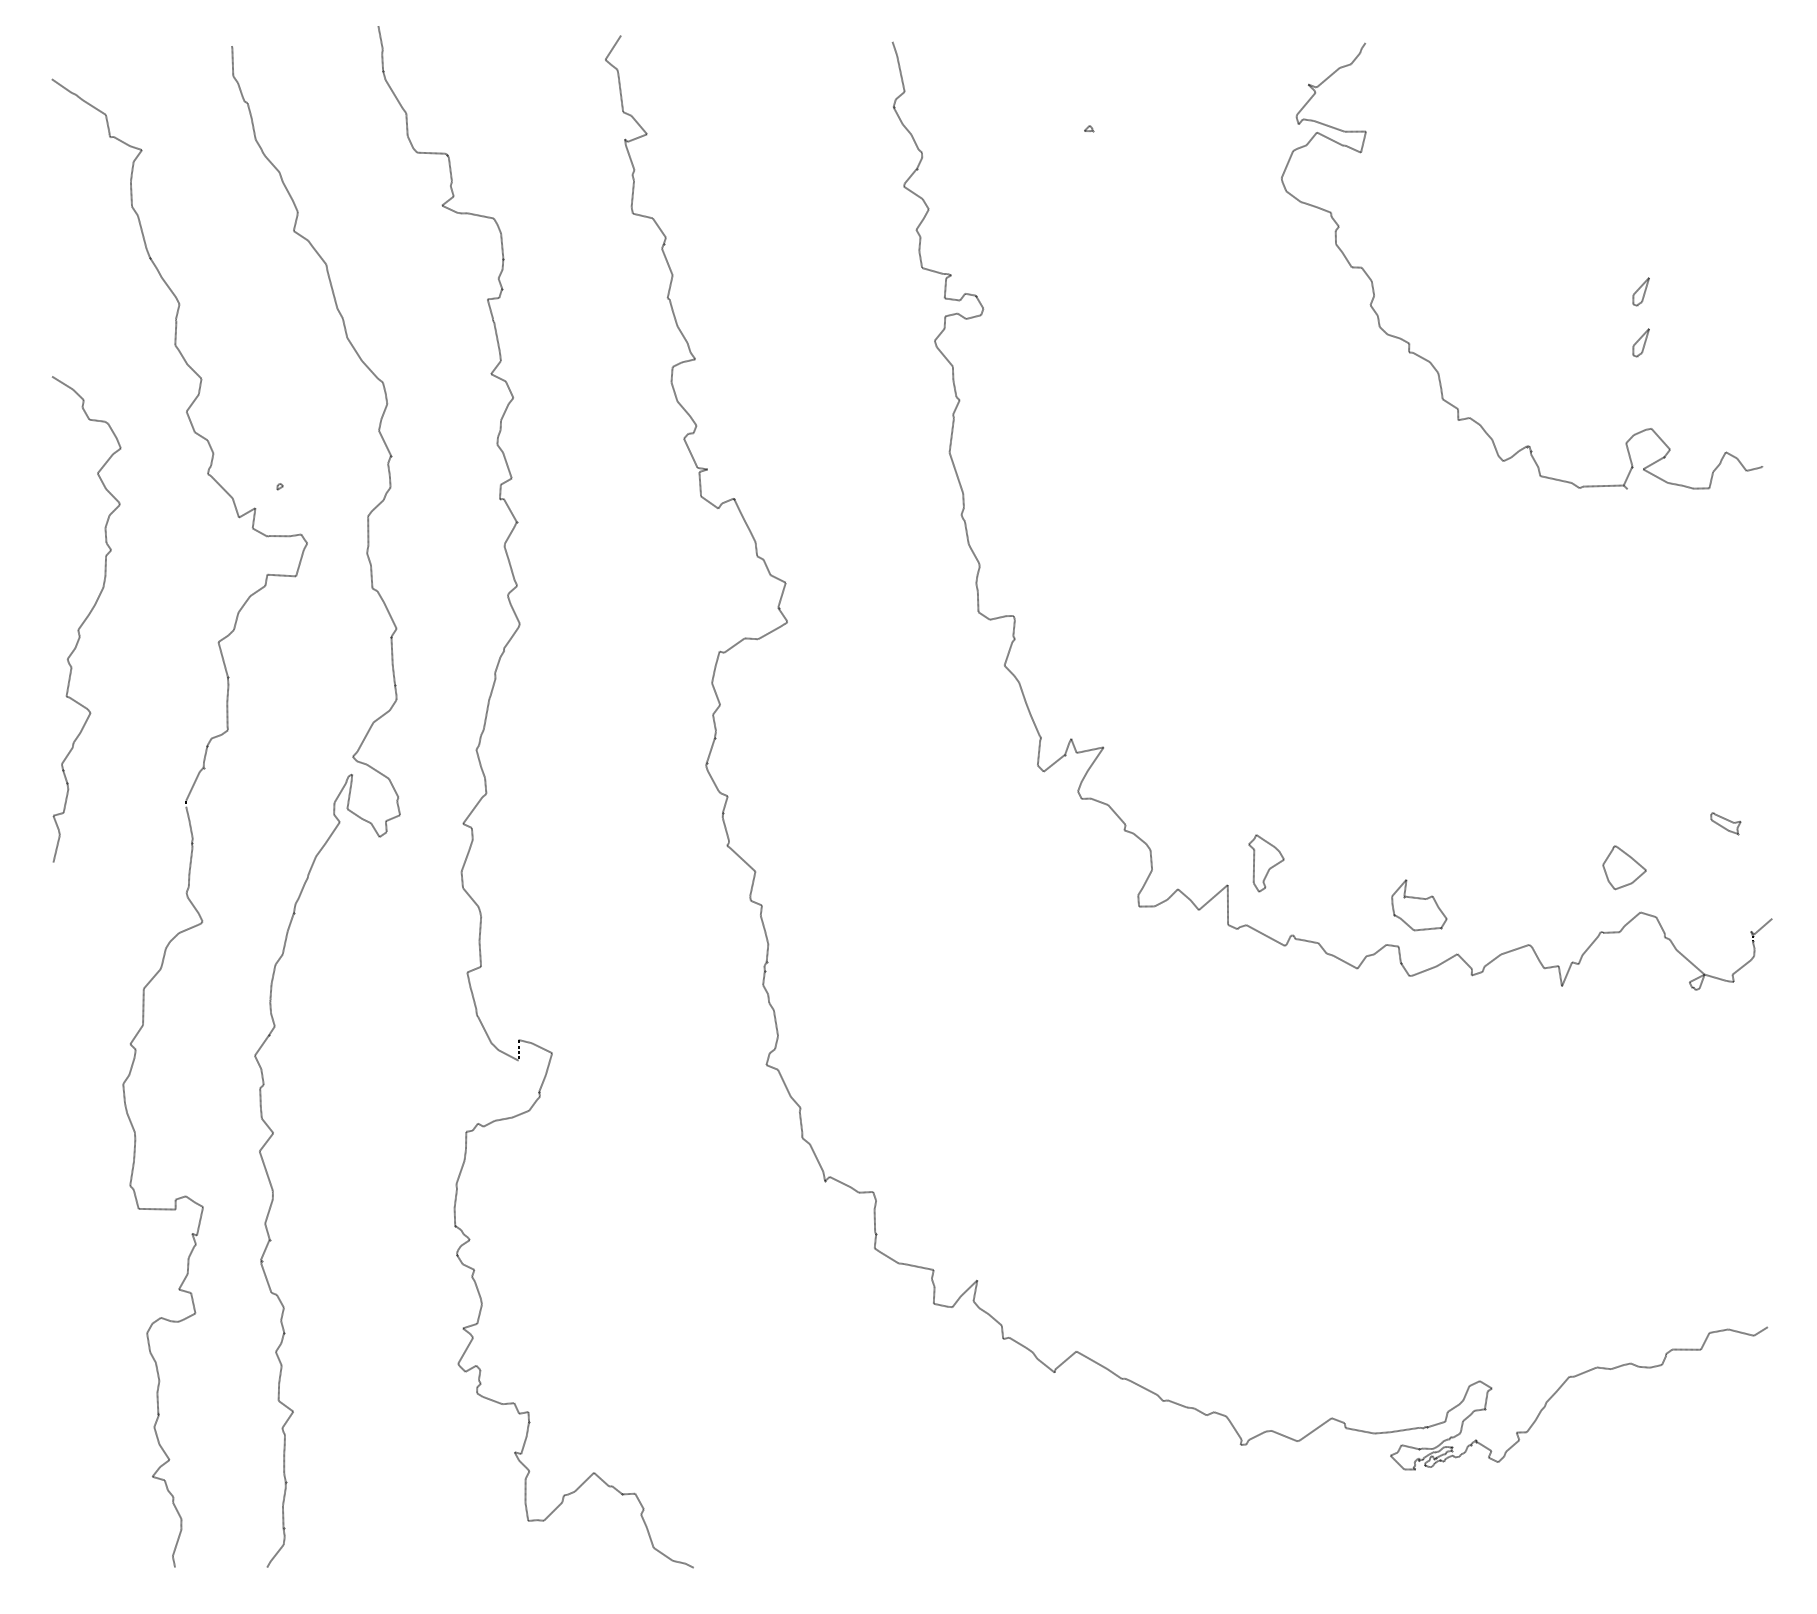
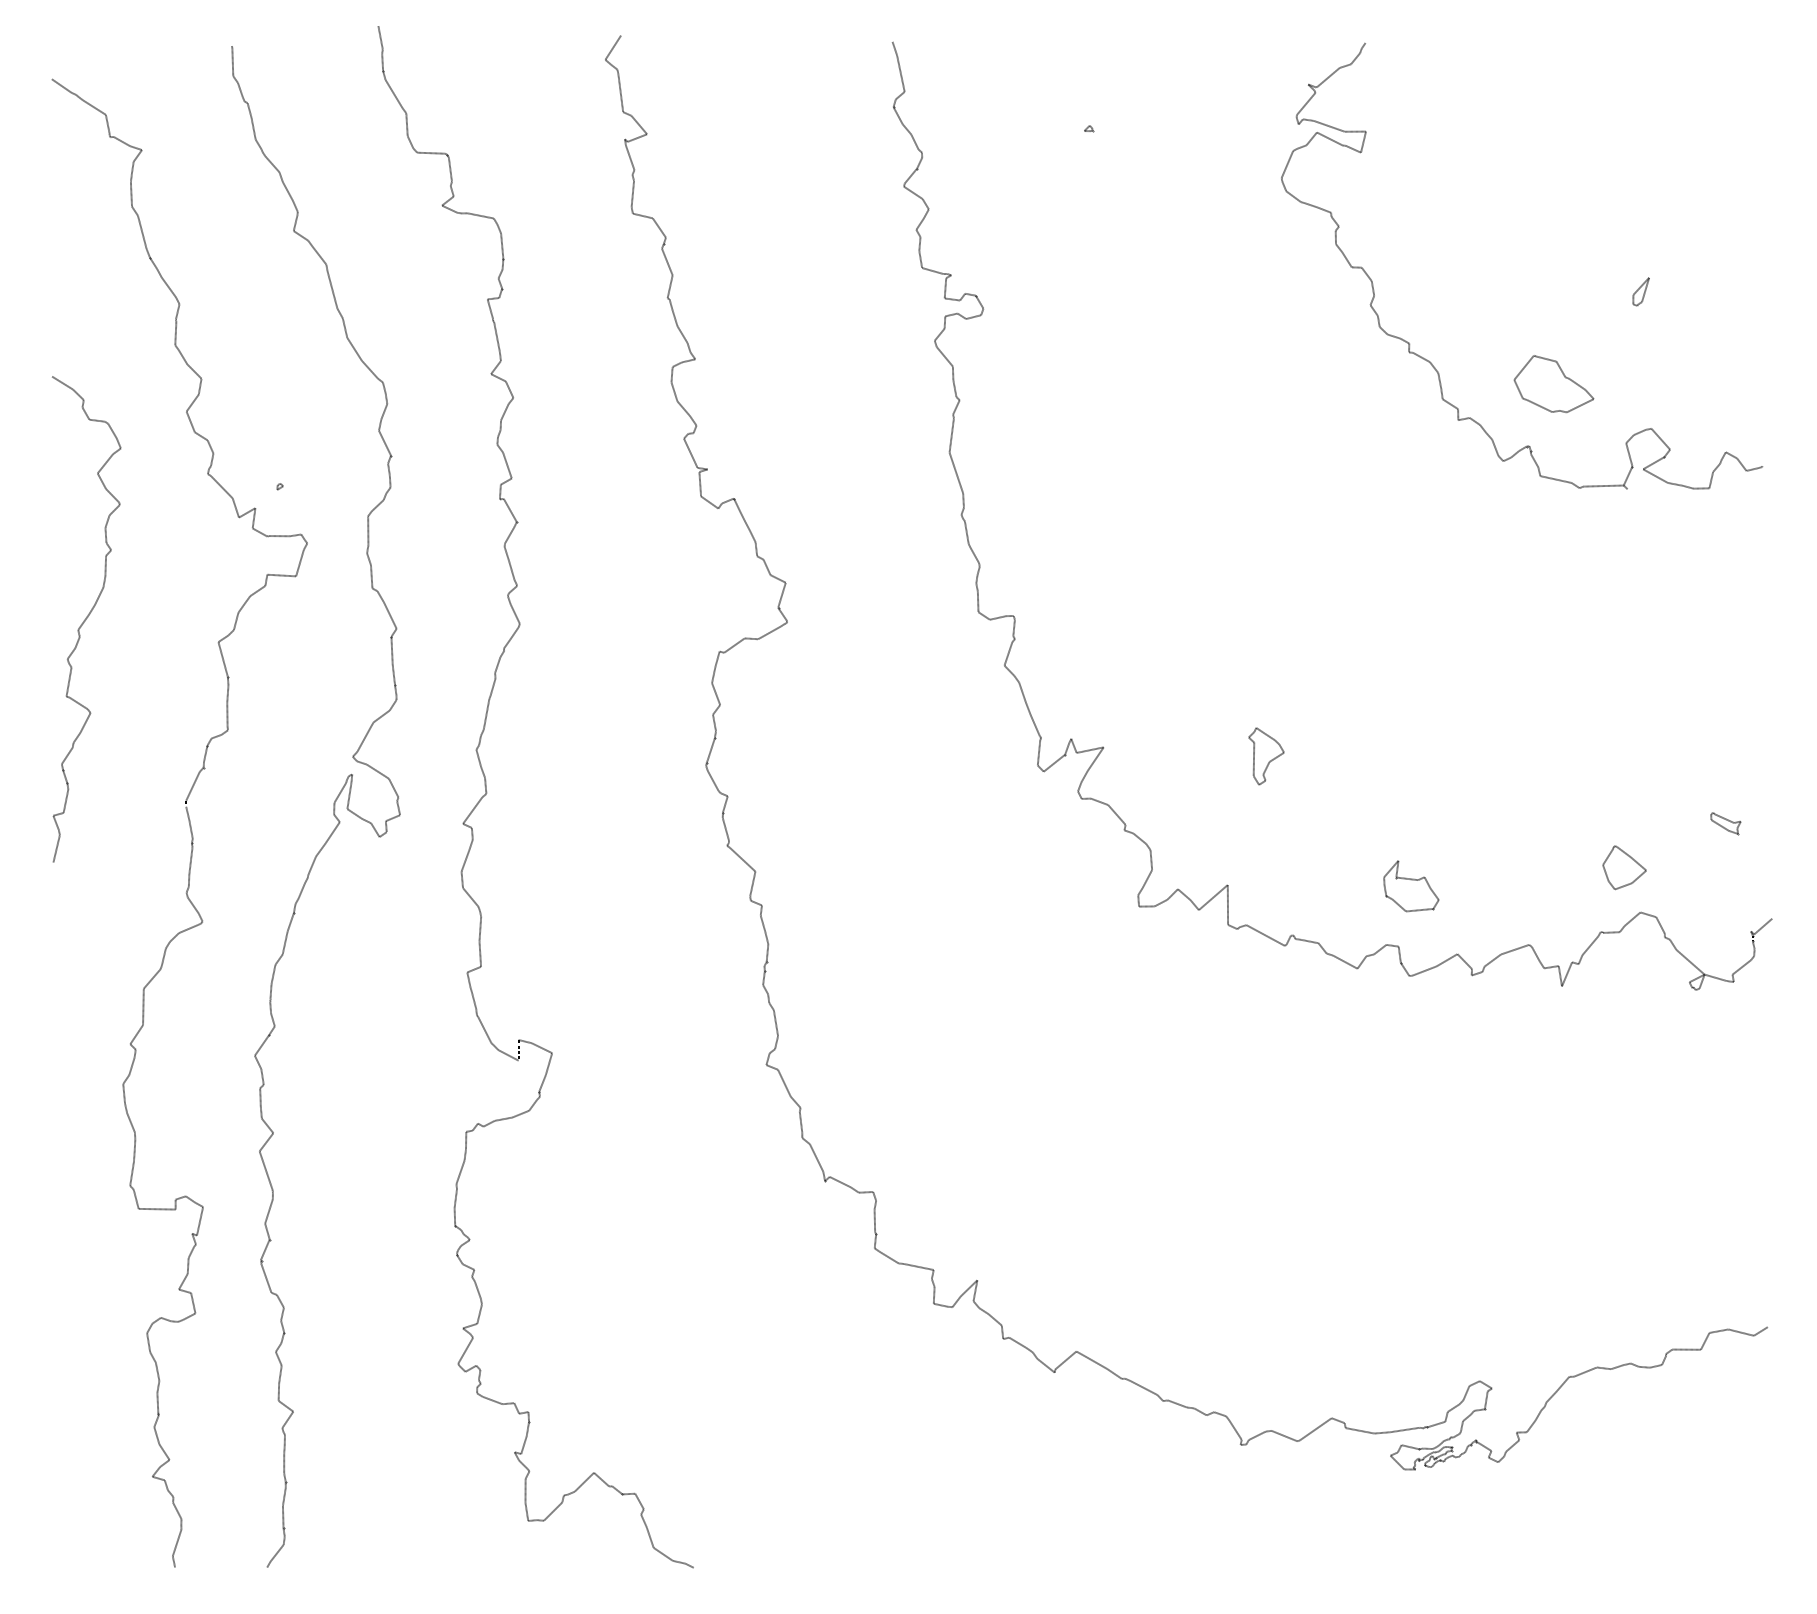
part at (1640, 342): present -> none
part at (1553, 383): none -> present
part at (1266, 863) position: (1266, 863) -> (1266, 756)
part at (1419, 905) position: (1419, 905) -> (1411, 886)
